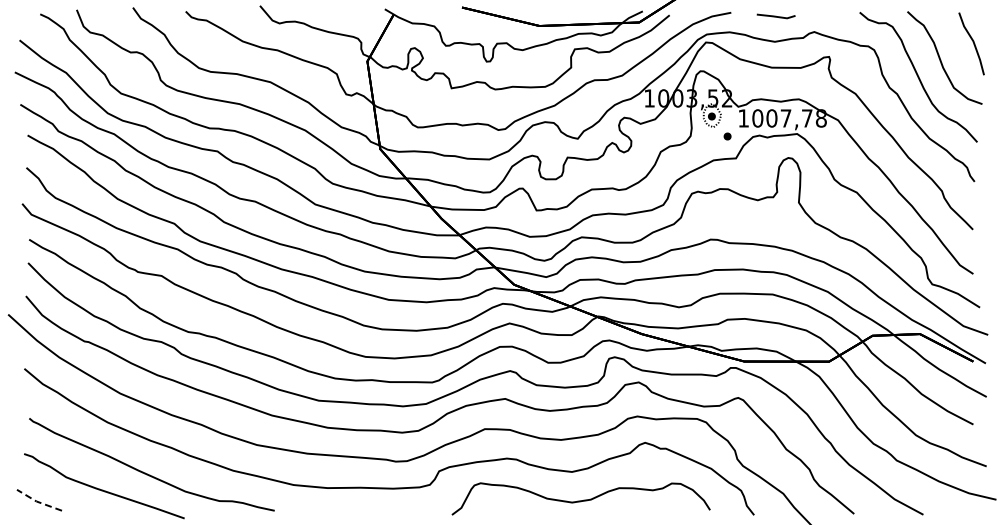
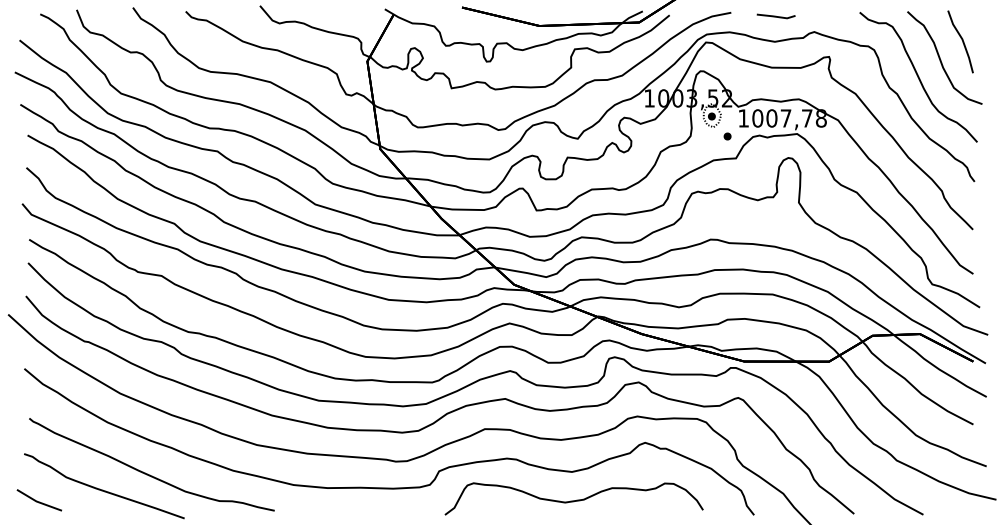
line at (972, 42) position: (972, 42) -> (961, 40)
curve at (580, 500) position: (580, 500) -> (573, 500)
line at (38, 502): dashed -> solid
